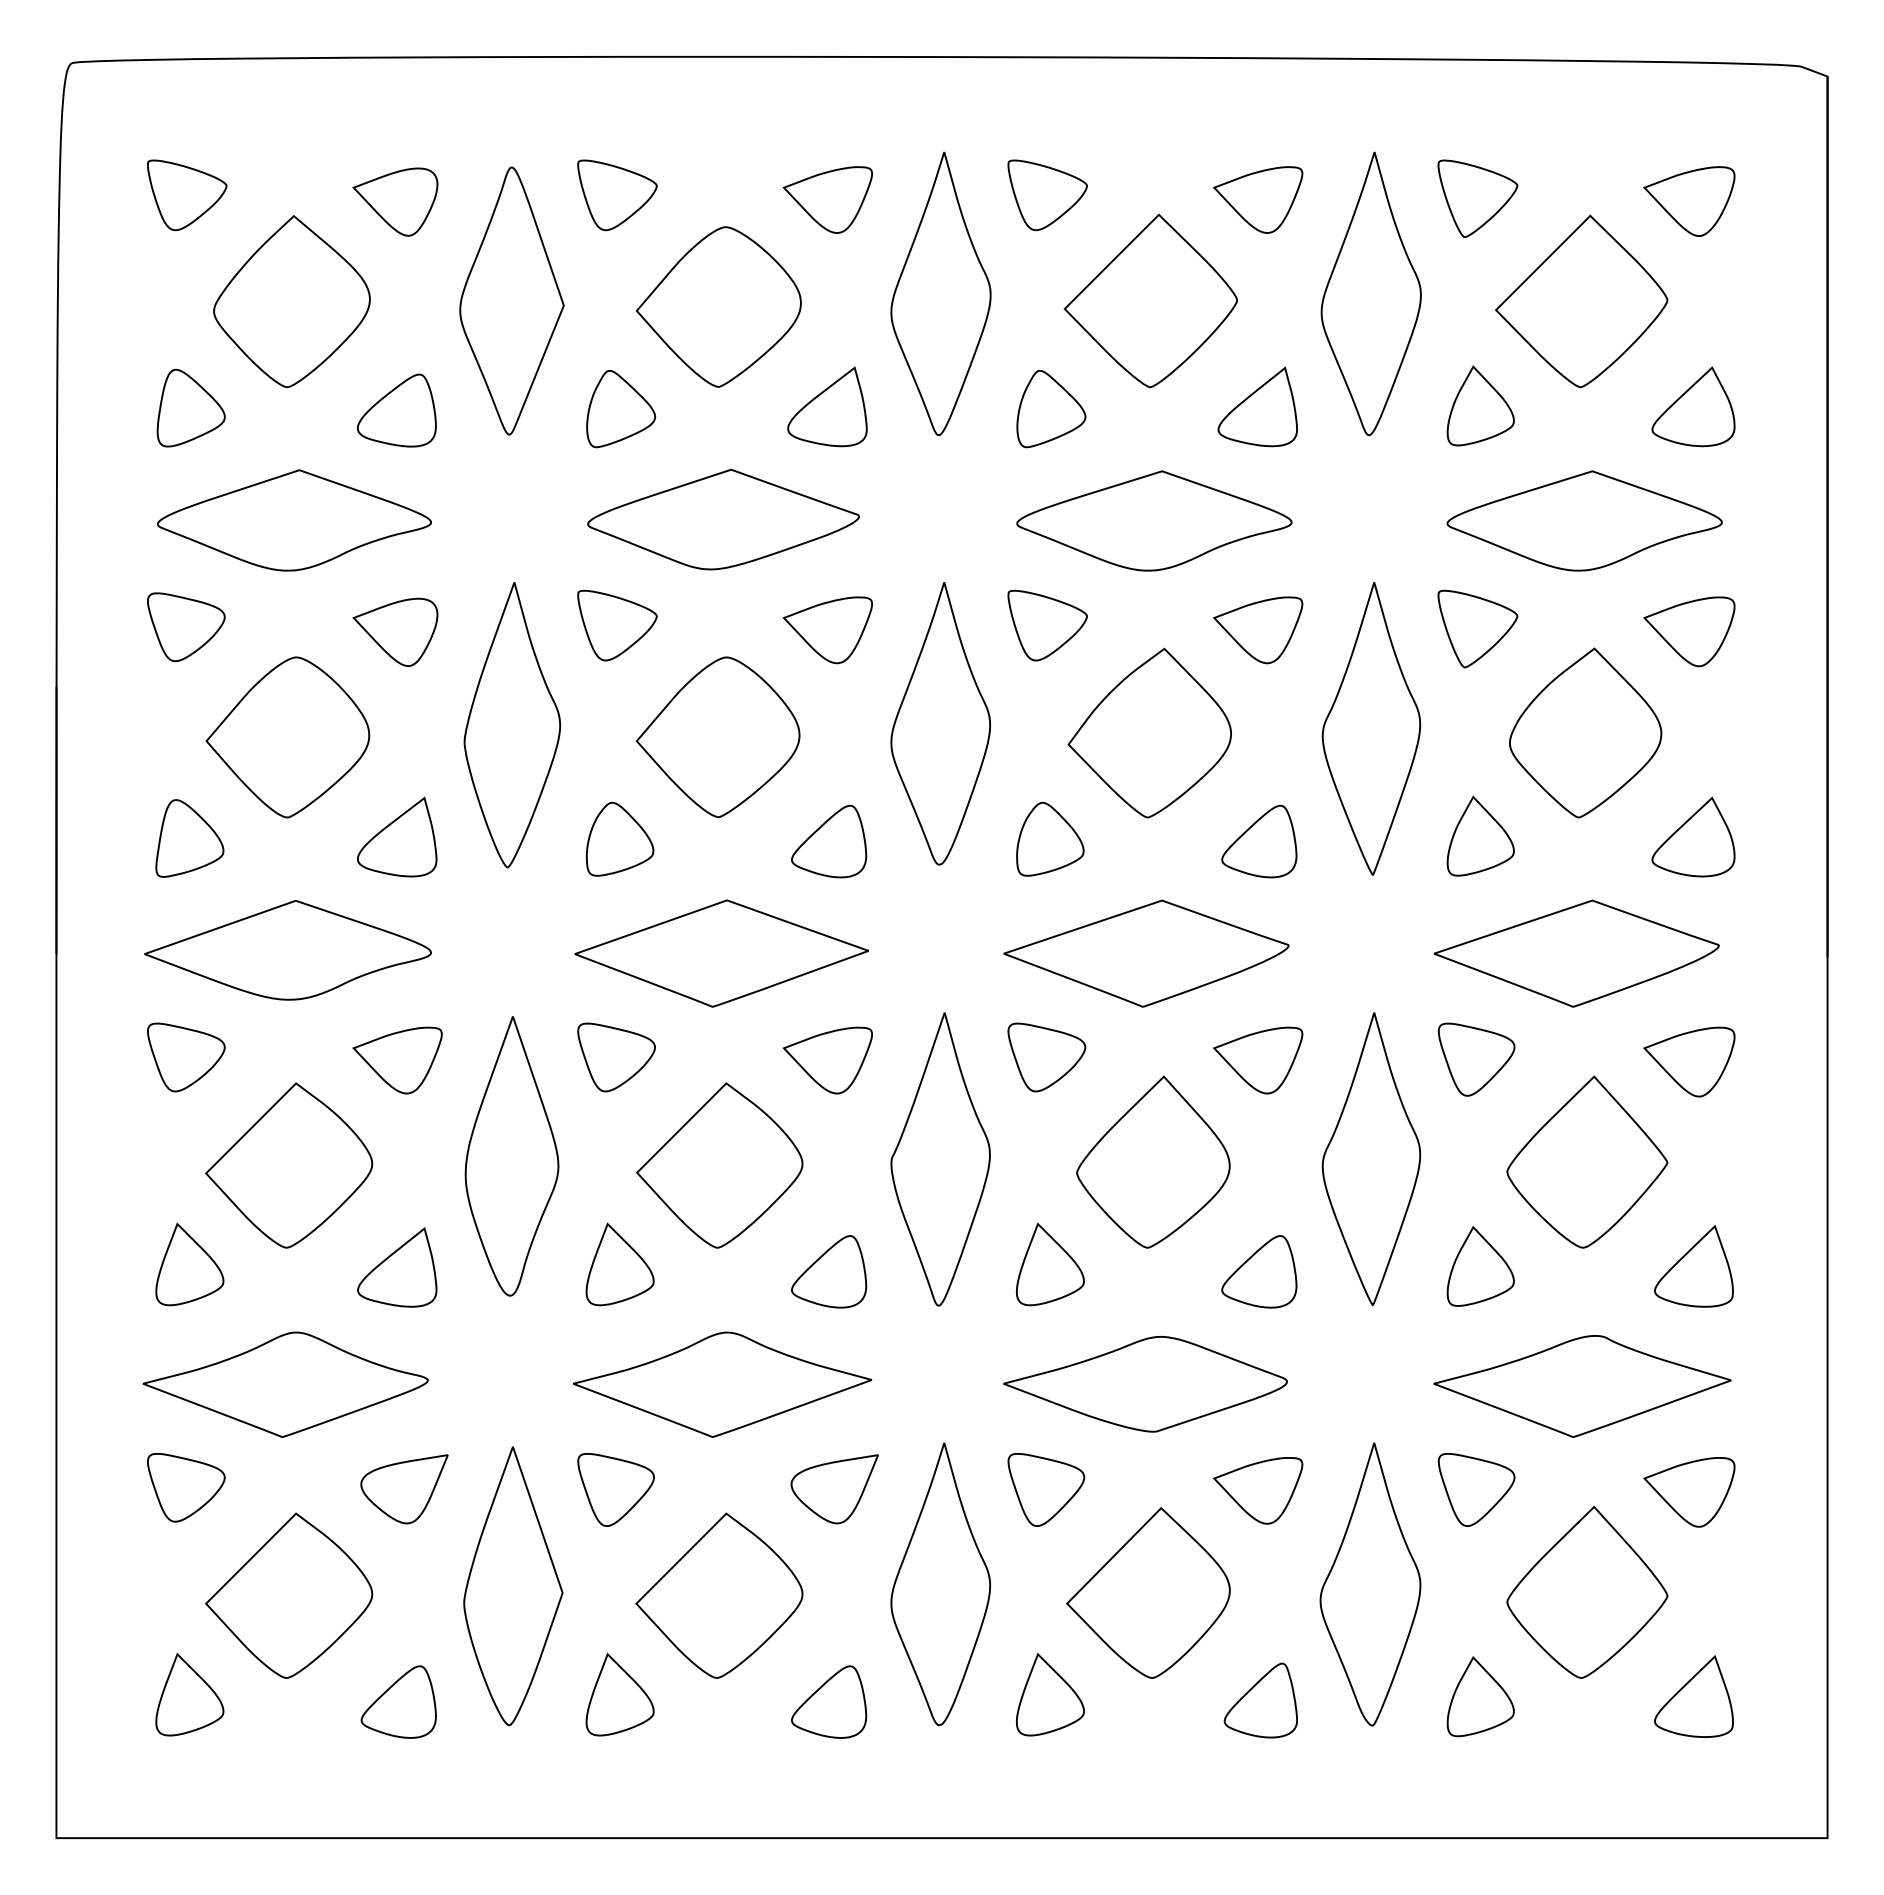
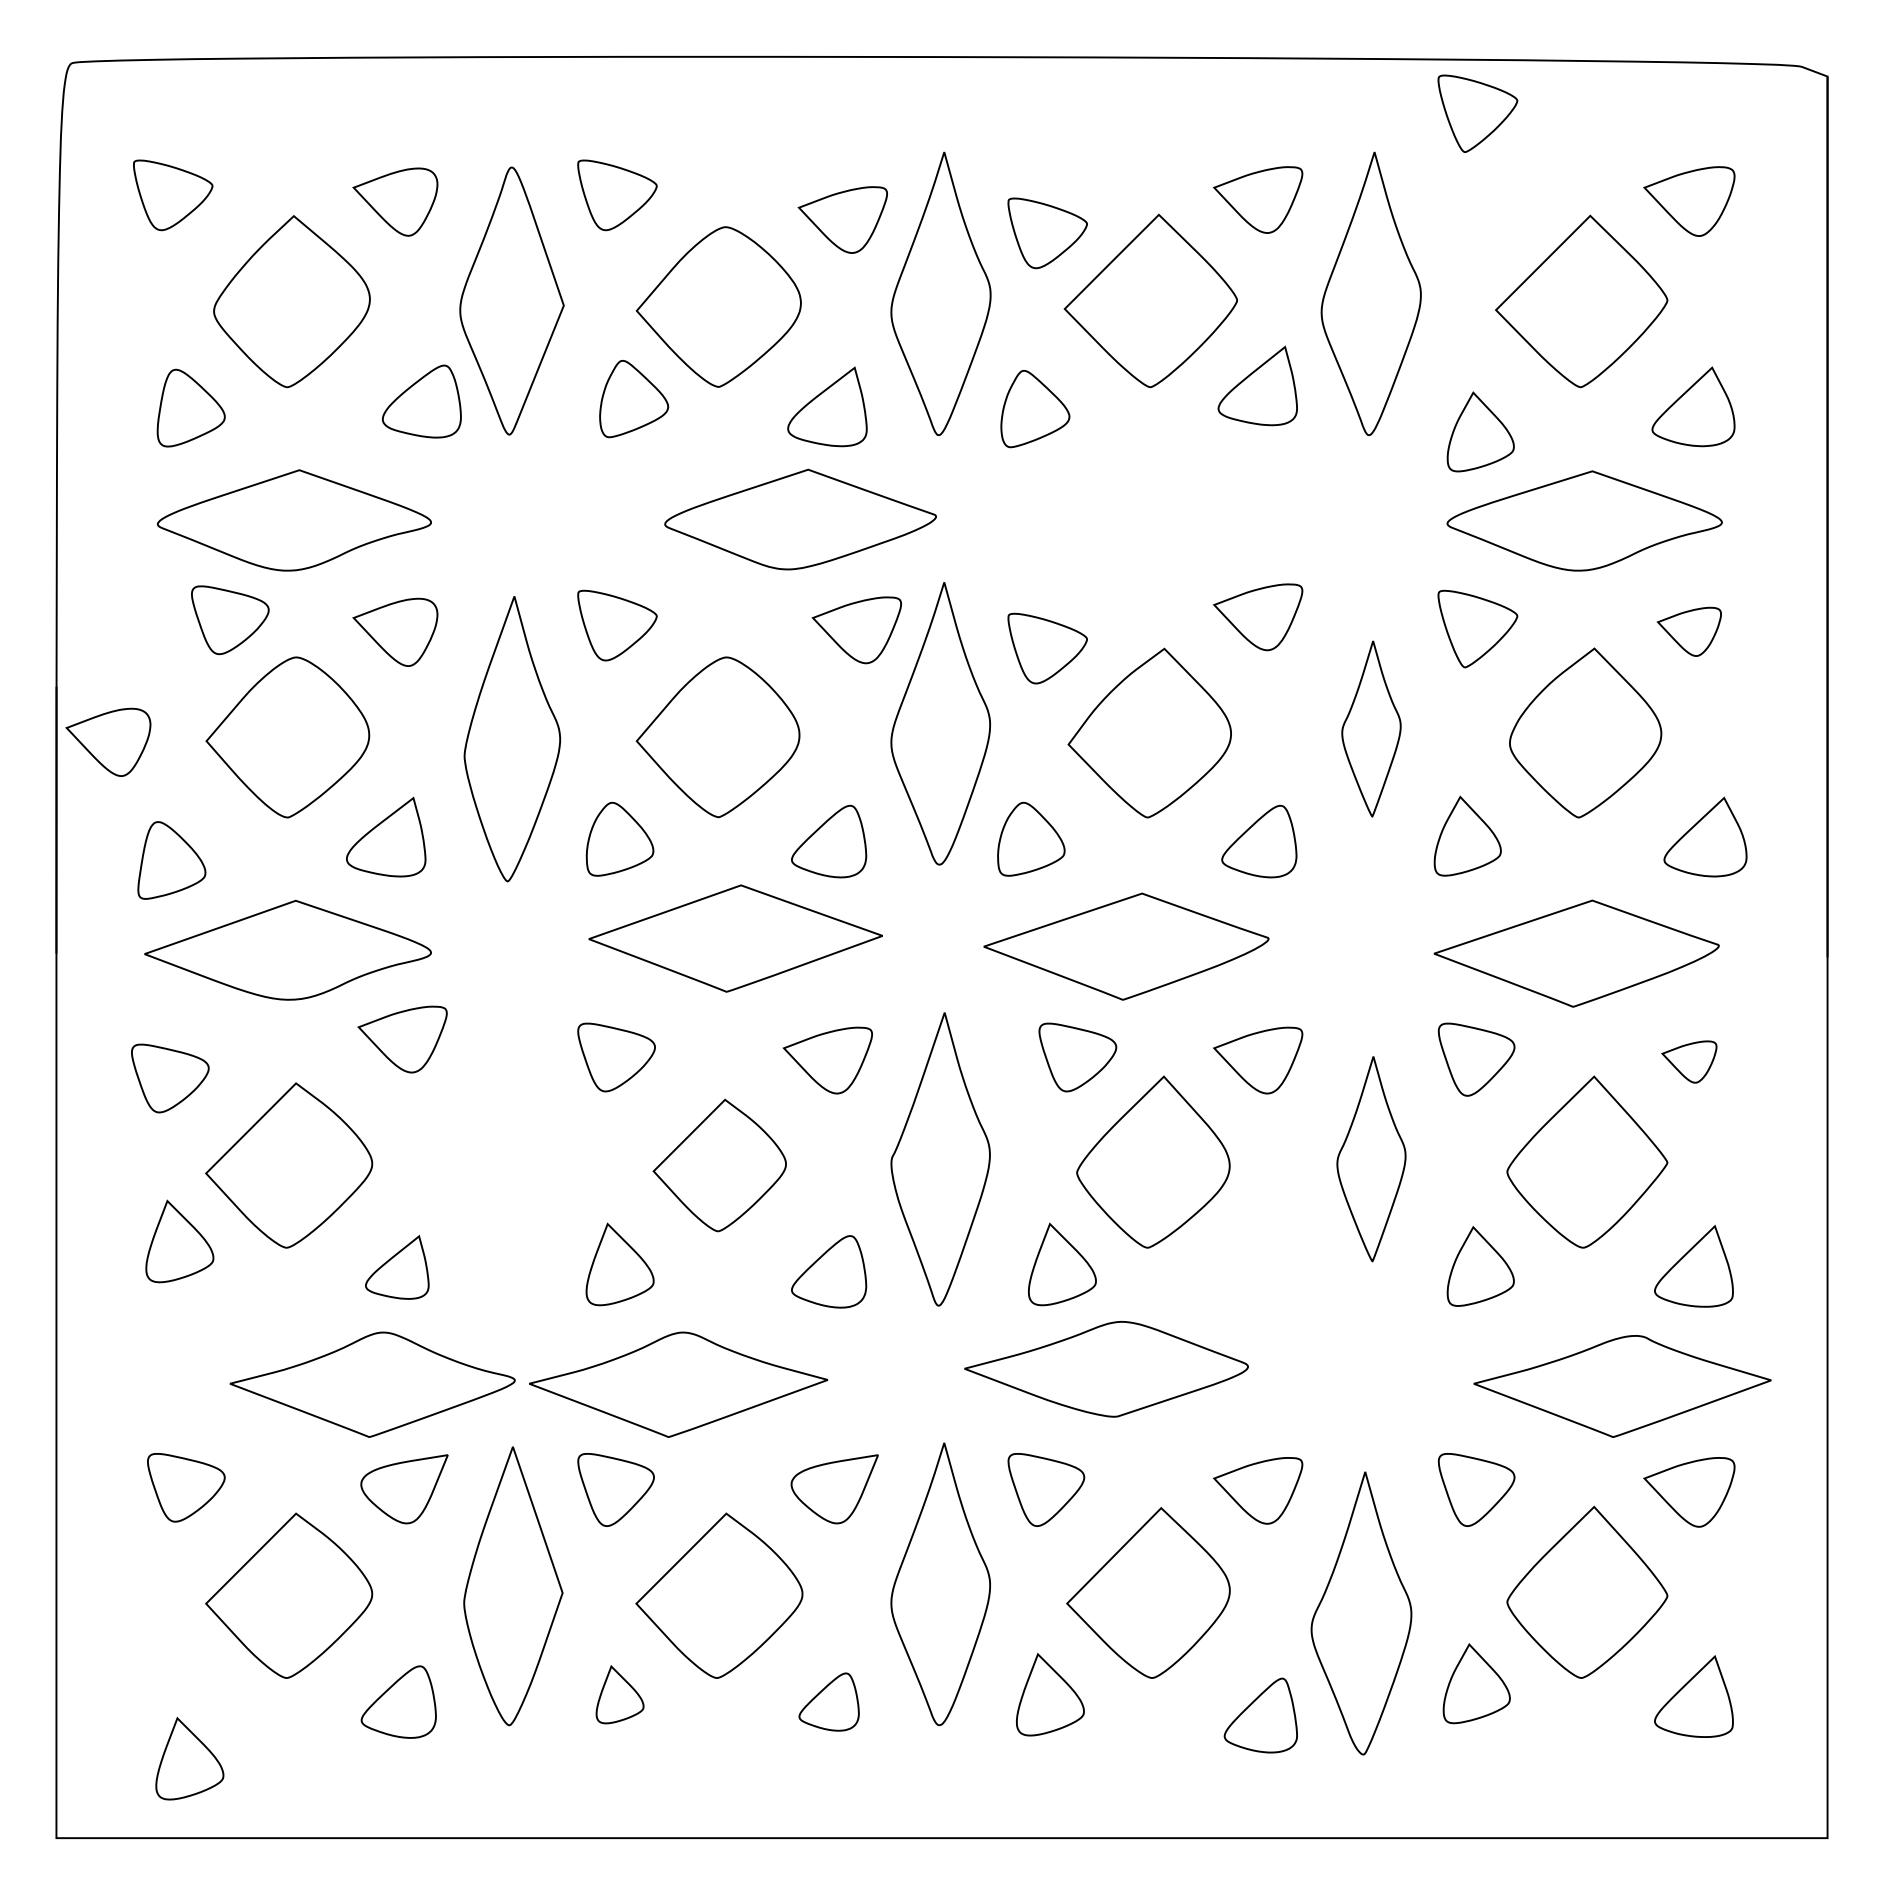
part at (187, 195) position: (187, 195) -> (173, 195)
part at (1047, 195) position: (1047, 195) -> (1047, 233)
part at (1477, 198) position: (1477, 198) -> (1477, 113)
part at (827, 199) position: (827, 199) -> (842, 219)
part at (1480, 405) position: (1480, 405) -> (1480, 431)
part at (1257, 406) position: (1257, 406) -> (1257, 385)
part at (621, 409) position: (621, 409) -> (634, 399)
part at (1051, 409) position: (1051, 409) -> (1035, 409)
part at (396, 410) position: (396, 410) -> (421, 401)
part at (723, 519) position: (723, 519) -> (800, 519)
part at (1154, 520): present -> none
part at (1047, 625) position: (1047, 625) -> (1047, 648)
part at (186, 627) position: (186, 627) -> (230, 620)
part at (827, 630) position: (827, 630) -> (856, 630)
part at (1257, 630) position: (1257, 630) -> (1257, 617)
part at (1689, 631) size: 93x72 px -> 66x51 px
part at (512, 725) position: (512, 725) -> (512, 739)
part at (1371, 728) size: 101x294 px -> 61x178 px
part at (108, 741): none -> present
part at (1480, 835) position: (1480, 835) -> (1467, 835)
part at (397, 836) position: (397, 836) -> (386, 836)
part at (1693, 836) position: (1693, 836) -> (1705, 836)
part at (189, 838) position: (189, 838) -> (171, 860)
part at (1050, 838) position: (1050, 838) -> (1031, 838)
part at (721, 953) position: (721, 953) -> (735, 938)
part at (1146, 953) position: (1146, 953) -> (1126, 946)
part at (186, 1057) position: (186, 1057) -> (170, 1078)
part at (1046, 1057) position: (1046, 1057) -> (1077, 1057)
part at (397, 1060) position: (397, 1060) -> (402, 1039)
part at (1689, 1061) size: 93x72 px -> 57x44 px
part at (511, 1156): present -> none
part at (1371, 1158) size: 101x294 px -> 71x207 px
part at (719, 1165) size: 168x167 px -> 135x135 px
part at (189, 1264) position: (189, 1264) -> (179, 1241)
part at (1050, 1264) position: (1050, 1264) -> (1062, 1264)
part at (397, 1267) size: 81x81 px -> 65x65 px
part at (1259, 1271): present -> none
part at (285, 1384) position: (285, 1384) -> (372, 1384)
part at (722, 1384) position: (722, 1384) -> (678, 1384)
part at (1145, 1384) position: (1145, 1384) -> (1106, 1369)
part at (1582, 1386) position: (1582, 1386) -> (1622, 1386)
part at (1370, 1584) position: (1370, 1584) -> (1361, 1613)
part at (189, 1694) position: (189, 1694) -> (189, 1758)
part at (619, 1694) size: 70x84 px -> 50x60 px
part at (1480, 1696) position: (1480, 1696) -> (1476, 1683)
part at (1260, 1700) position: (1260, 1700) -> (1260, 1715)
part at (829, 1701) size: 77x74 px -> 62x60 px
